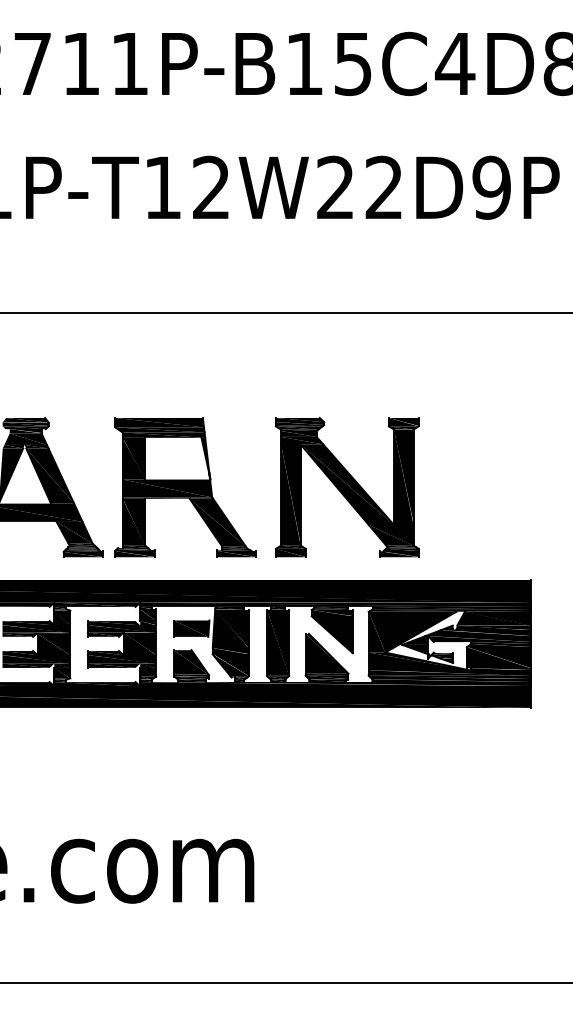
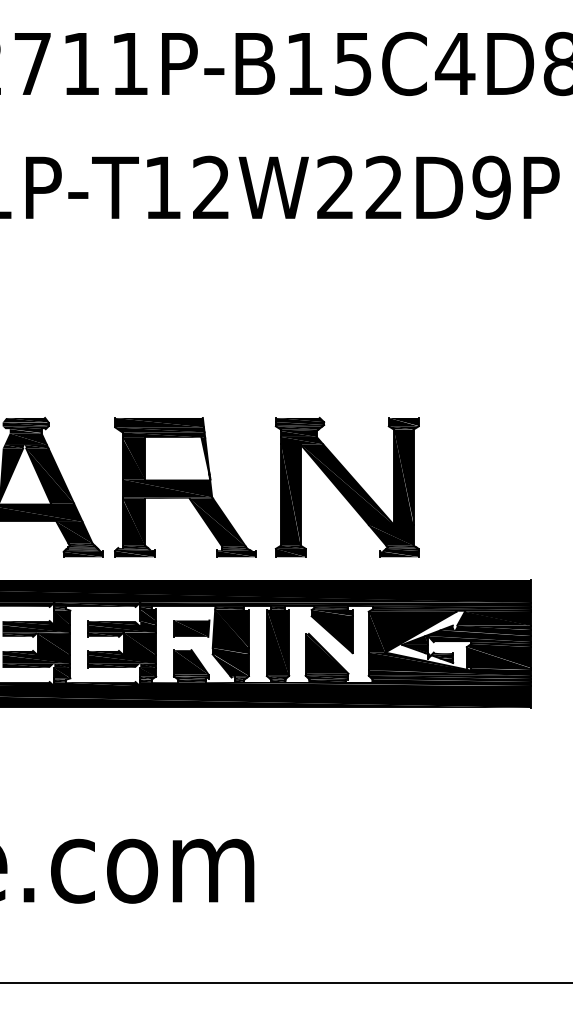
line at (285, 313): present -> none
